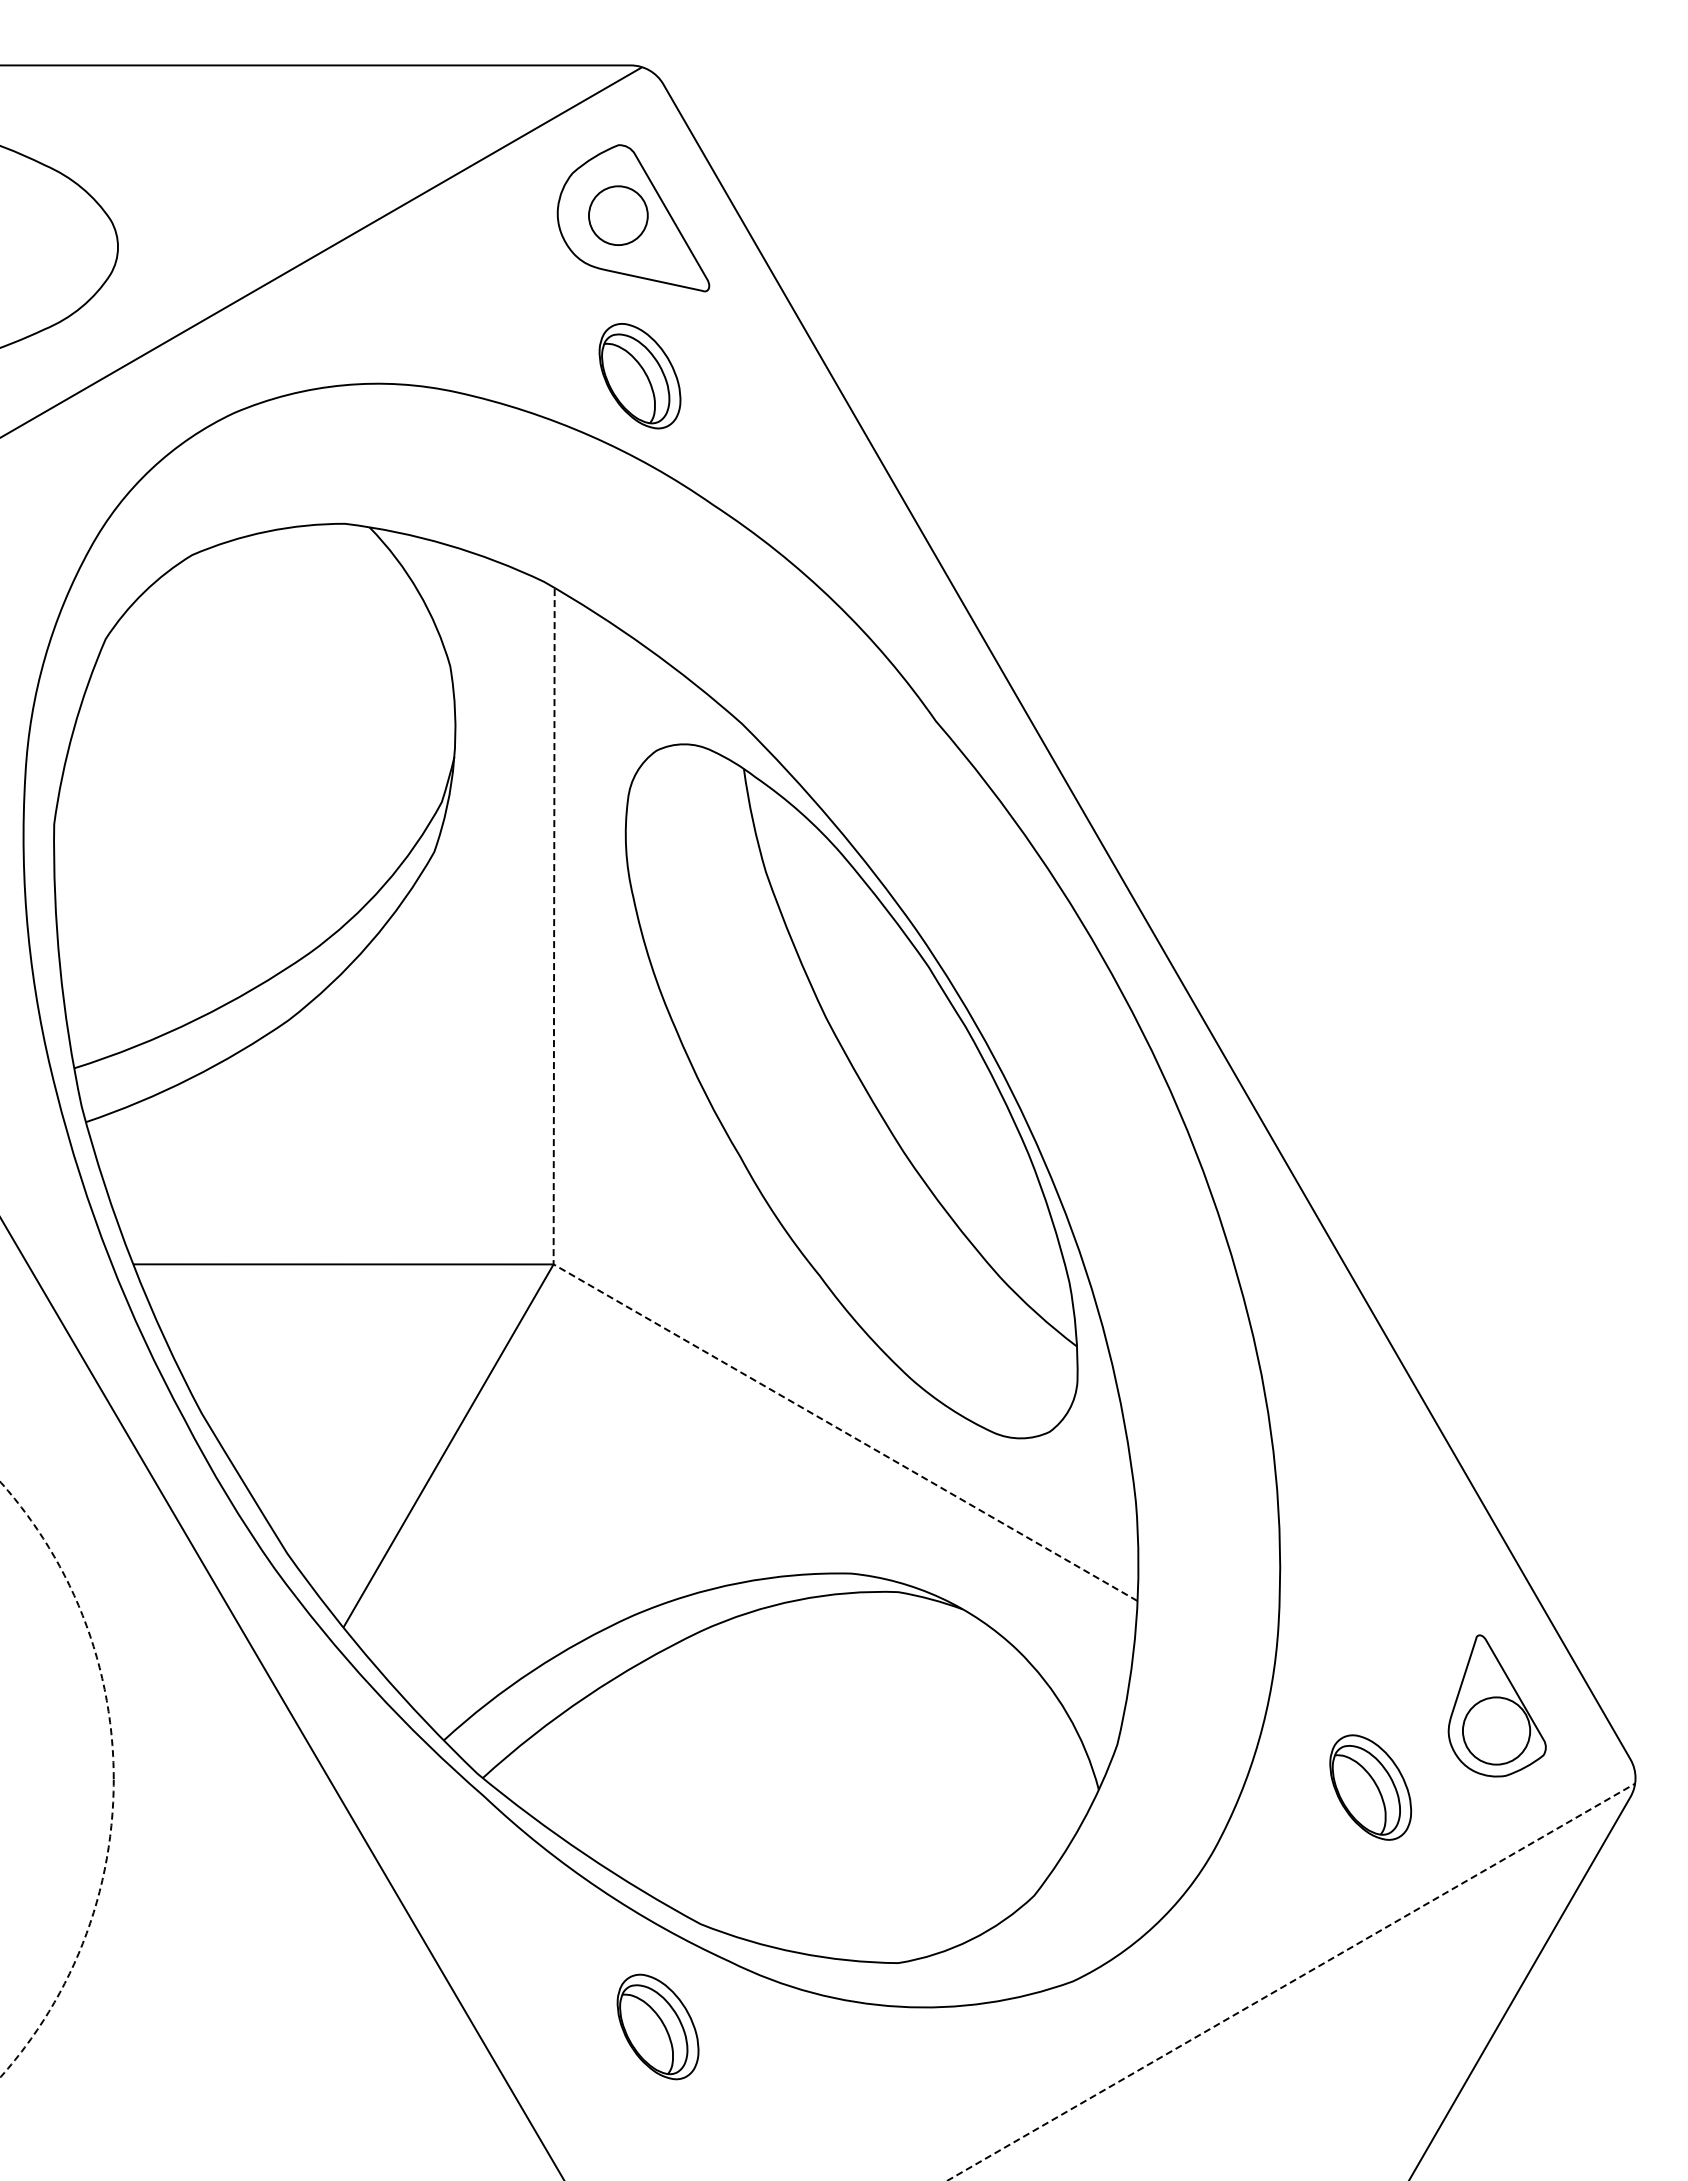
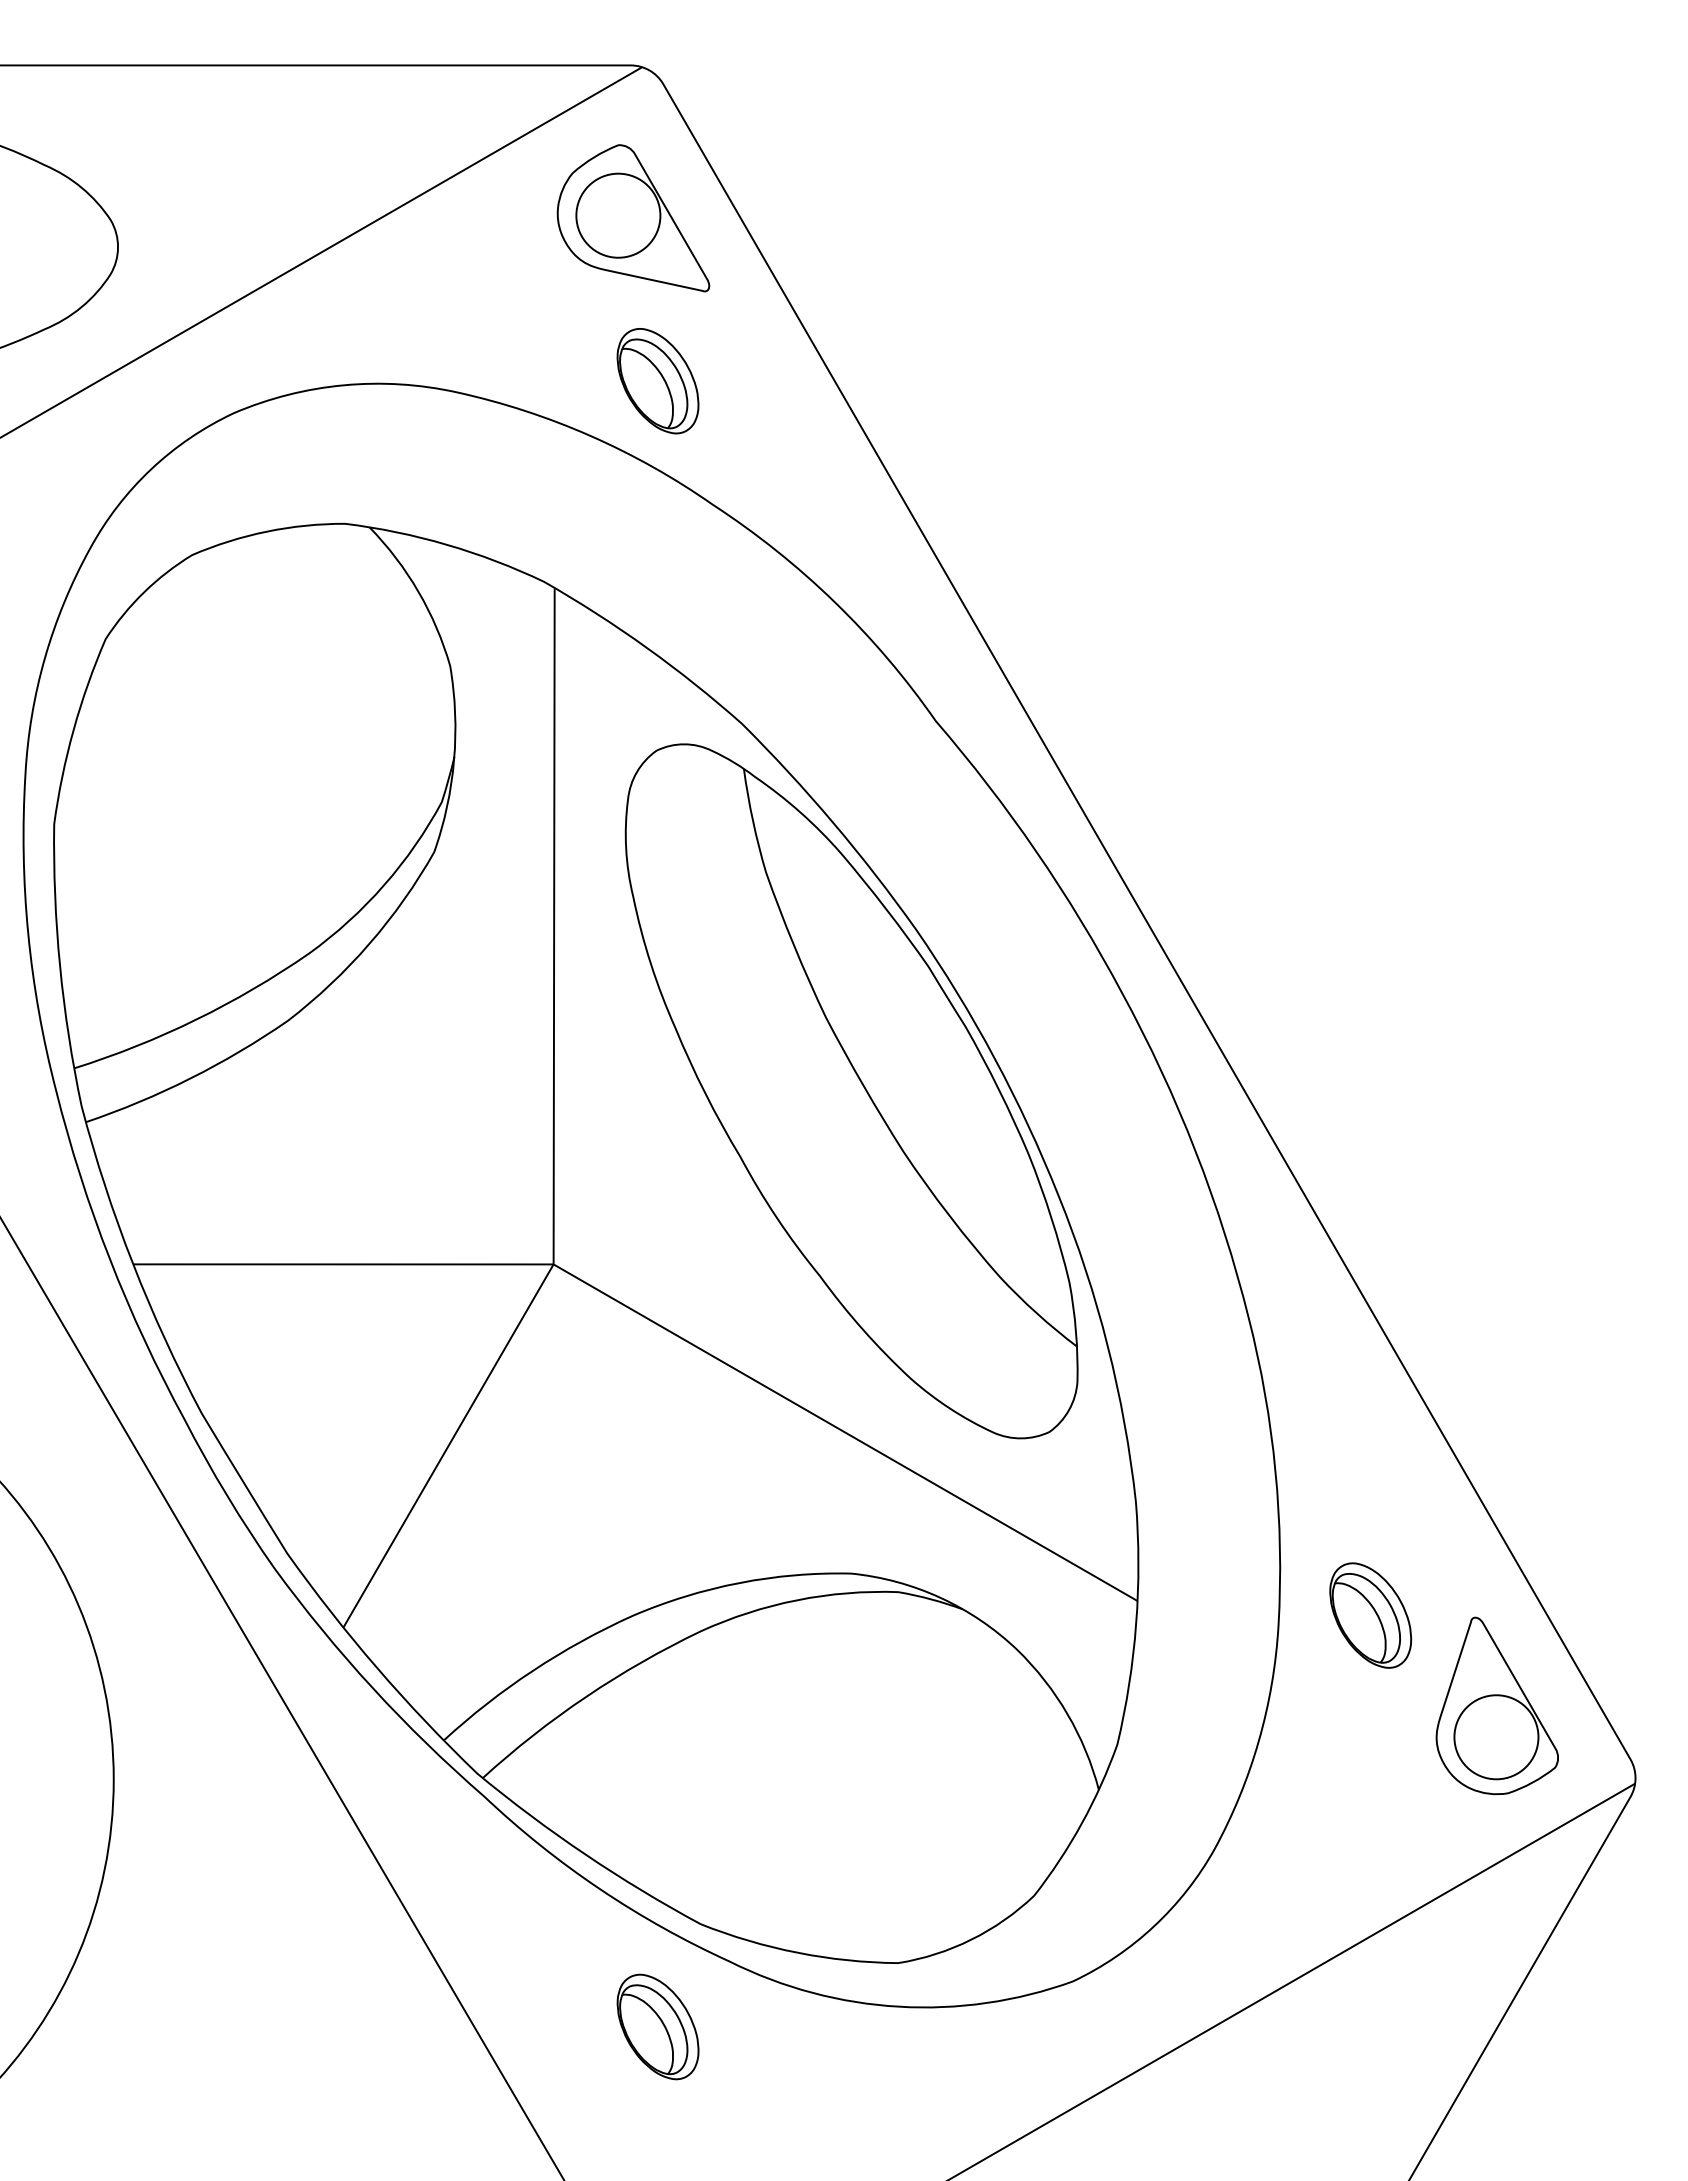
circle at (617, 215) diameter: 59 px -> 84 px
part at (639, 376) position: (639, 376) -> (657, 381)
line at (553, 1264): dashed -> solid
part at (1496, 1705) size: 100x144 px -> 124x180 px
circle at (56, 1779): dashed -> solid
part at (1370, 1787) position: (1370, 1787) -> (1370, 1615)
line at (1291, 1982): dashed -> solid
